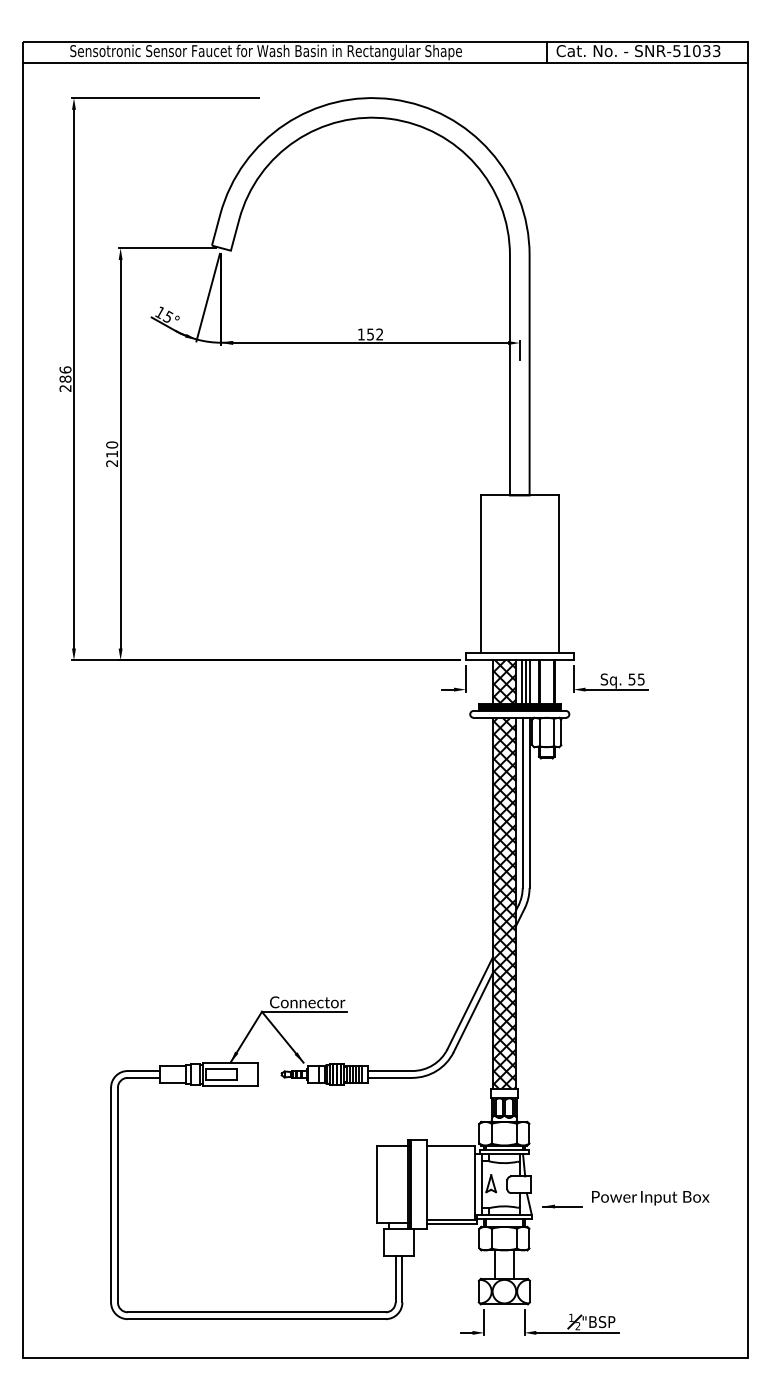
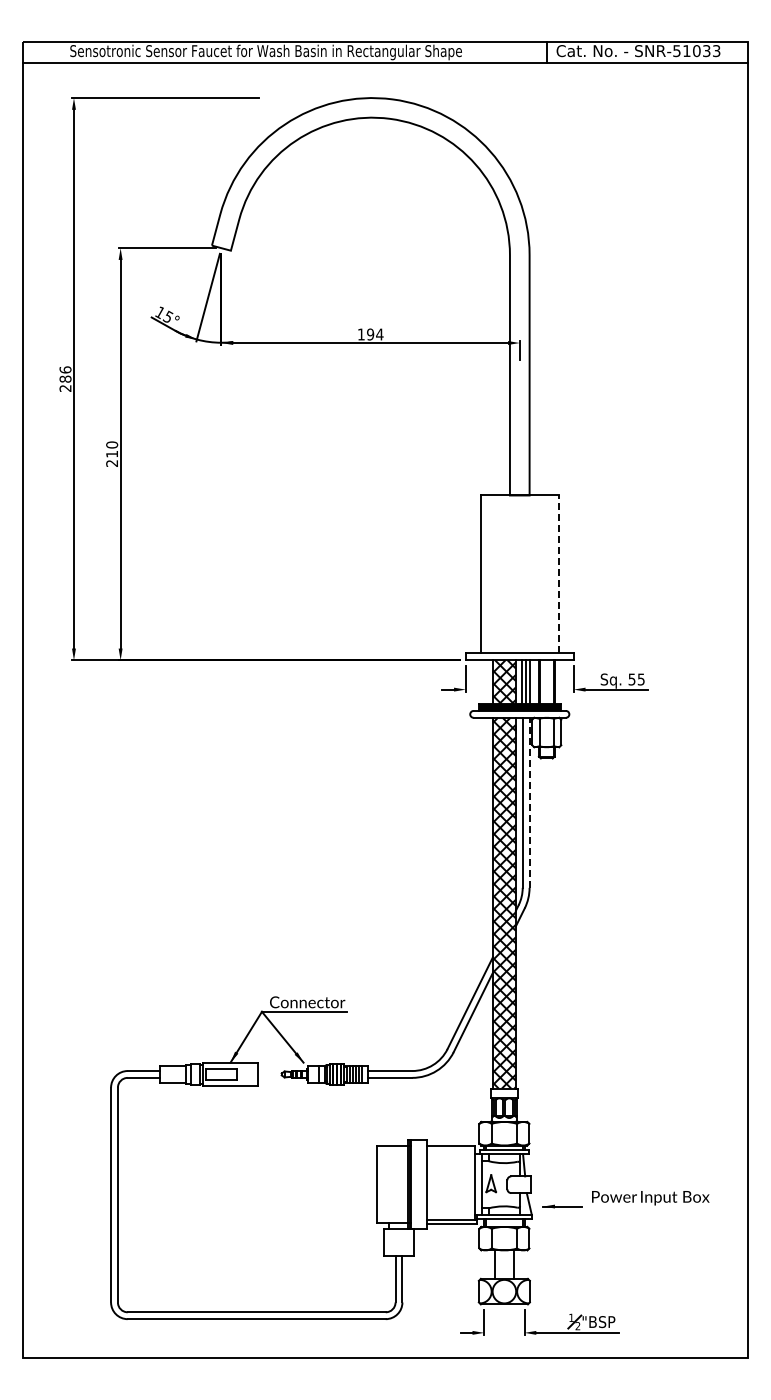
text at (375, 334): 152 -> 194
line at (559, 574): solid -> dashed
line at (529, 802): solid -> dashed
